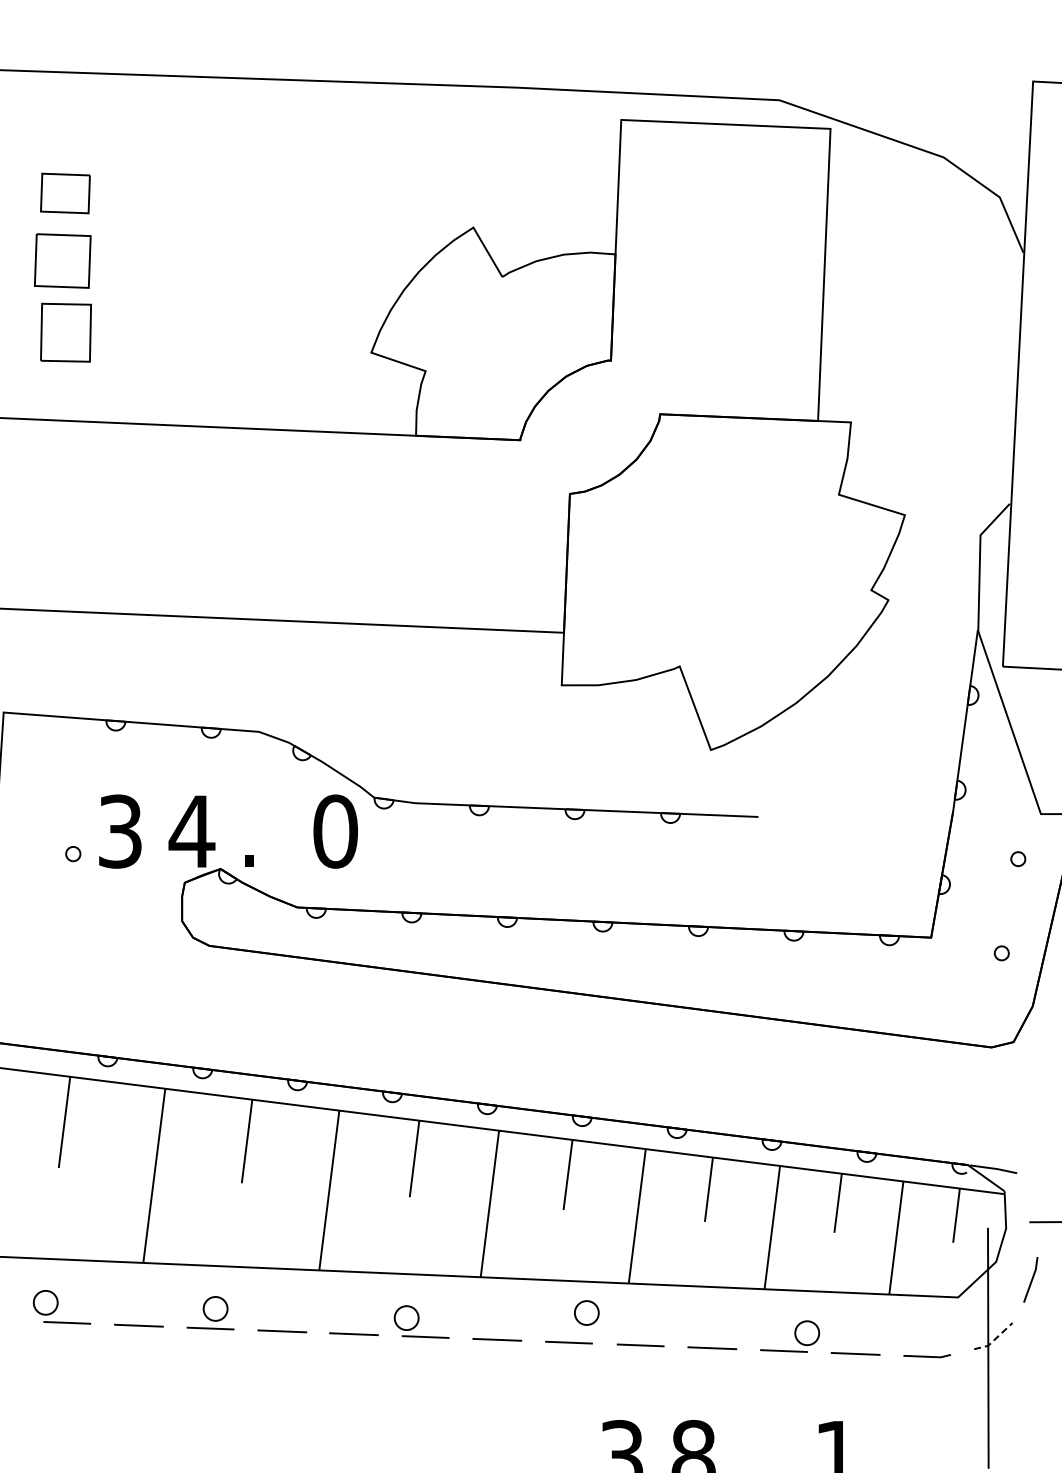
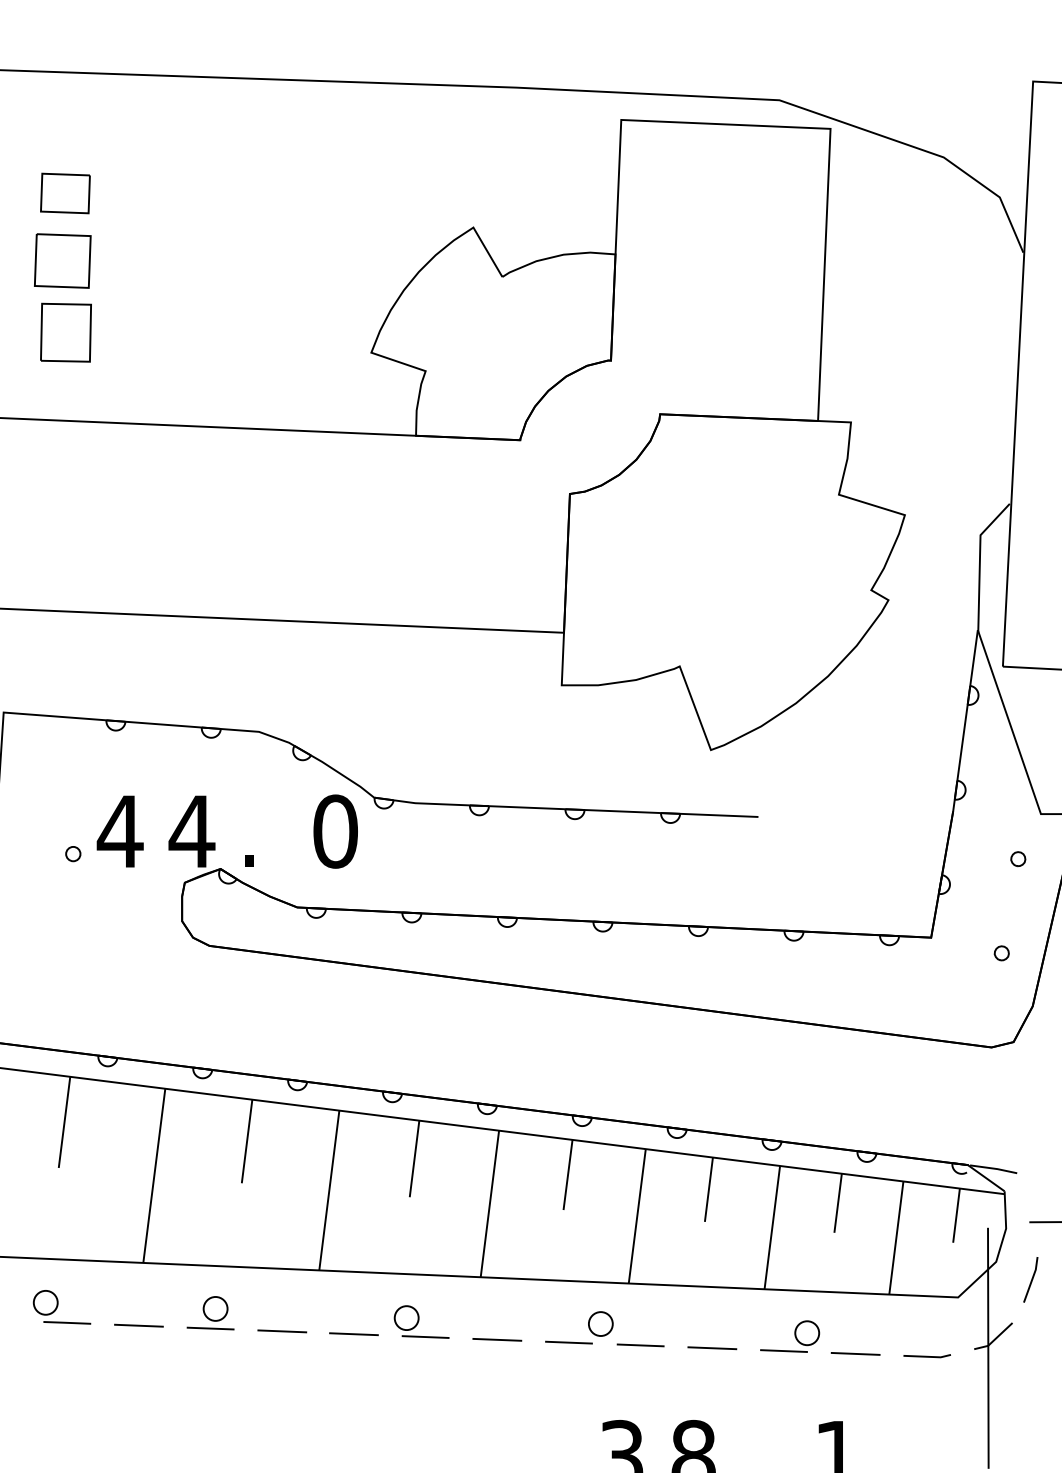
text at (119, 831): 3 -> 4
circle at (586, 1312) position: (586, 1312) -> (600, 1323)
line at (994, 1339): dashed -> solid
